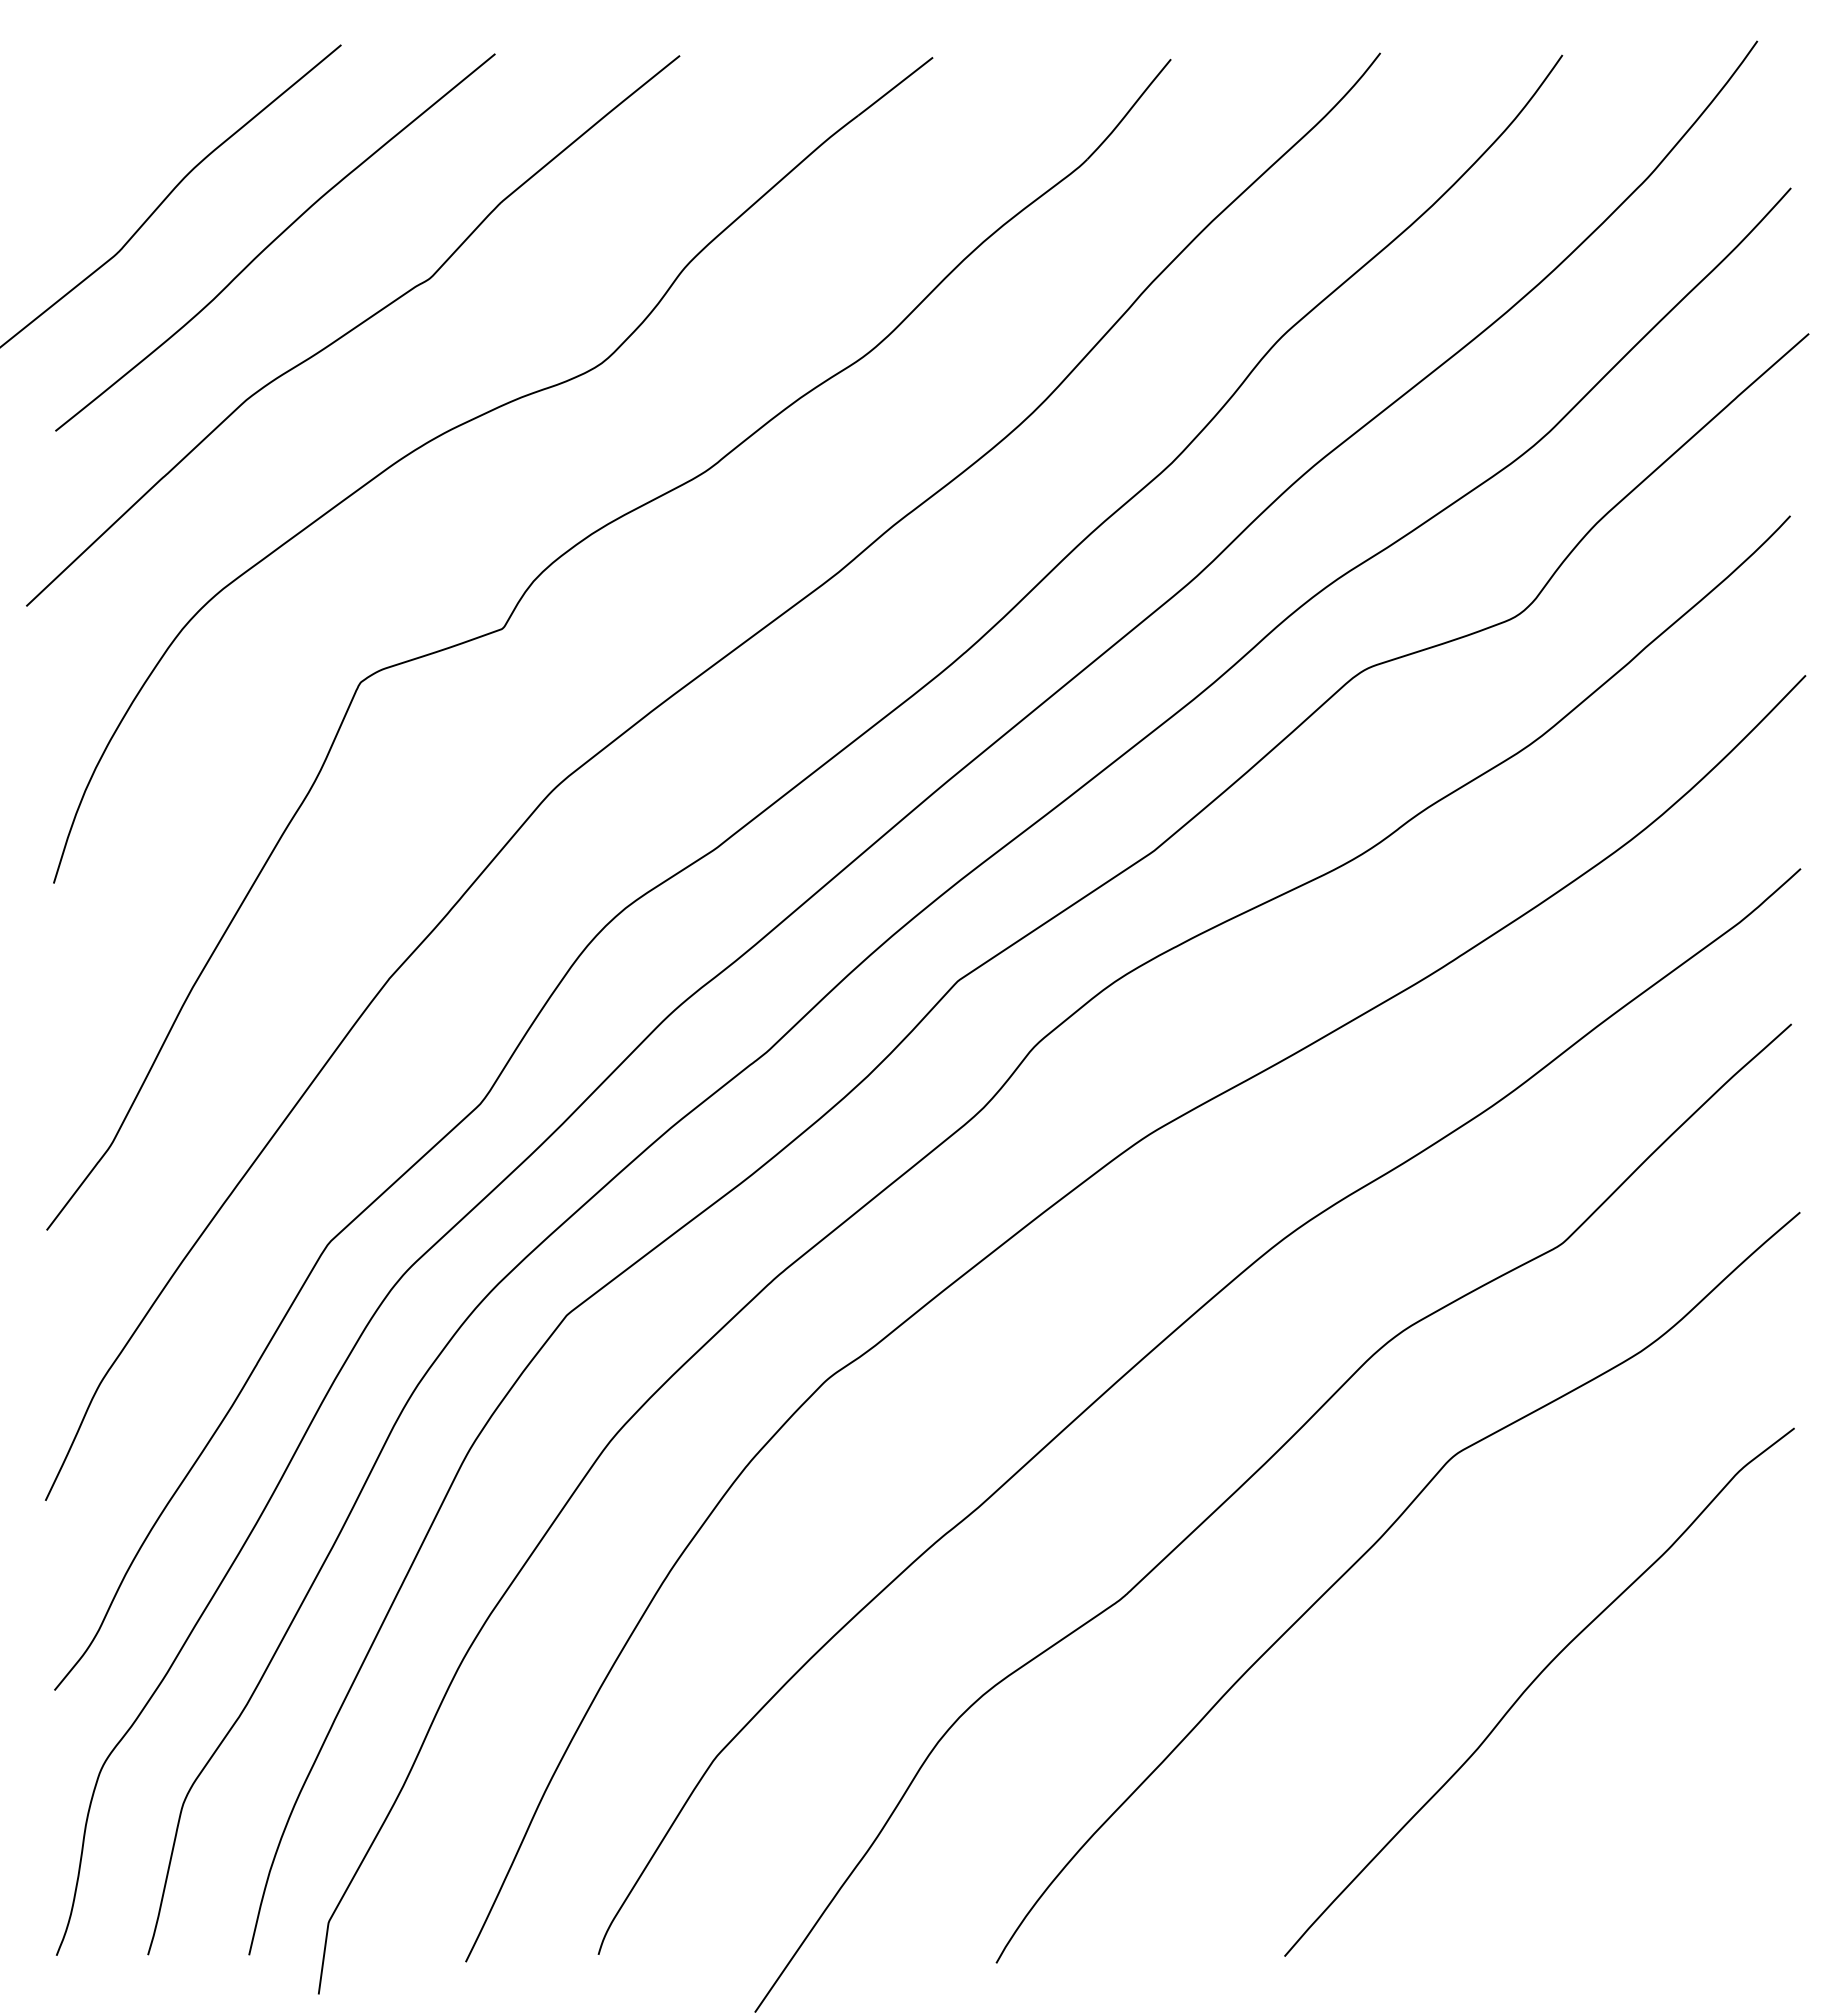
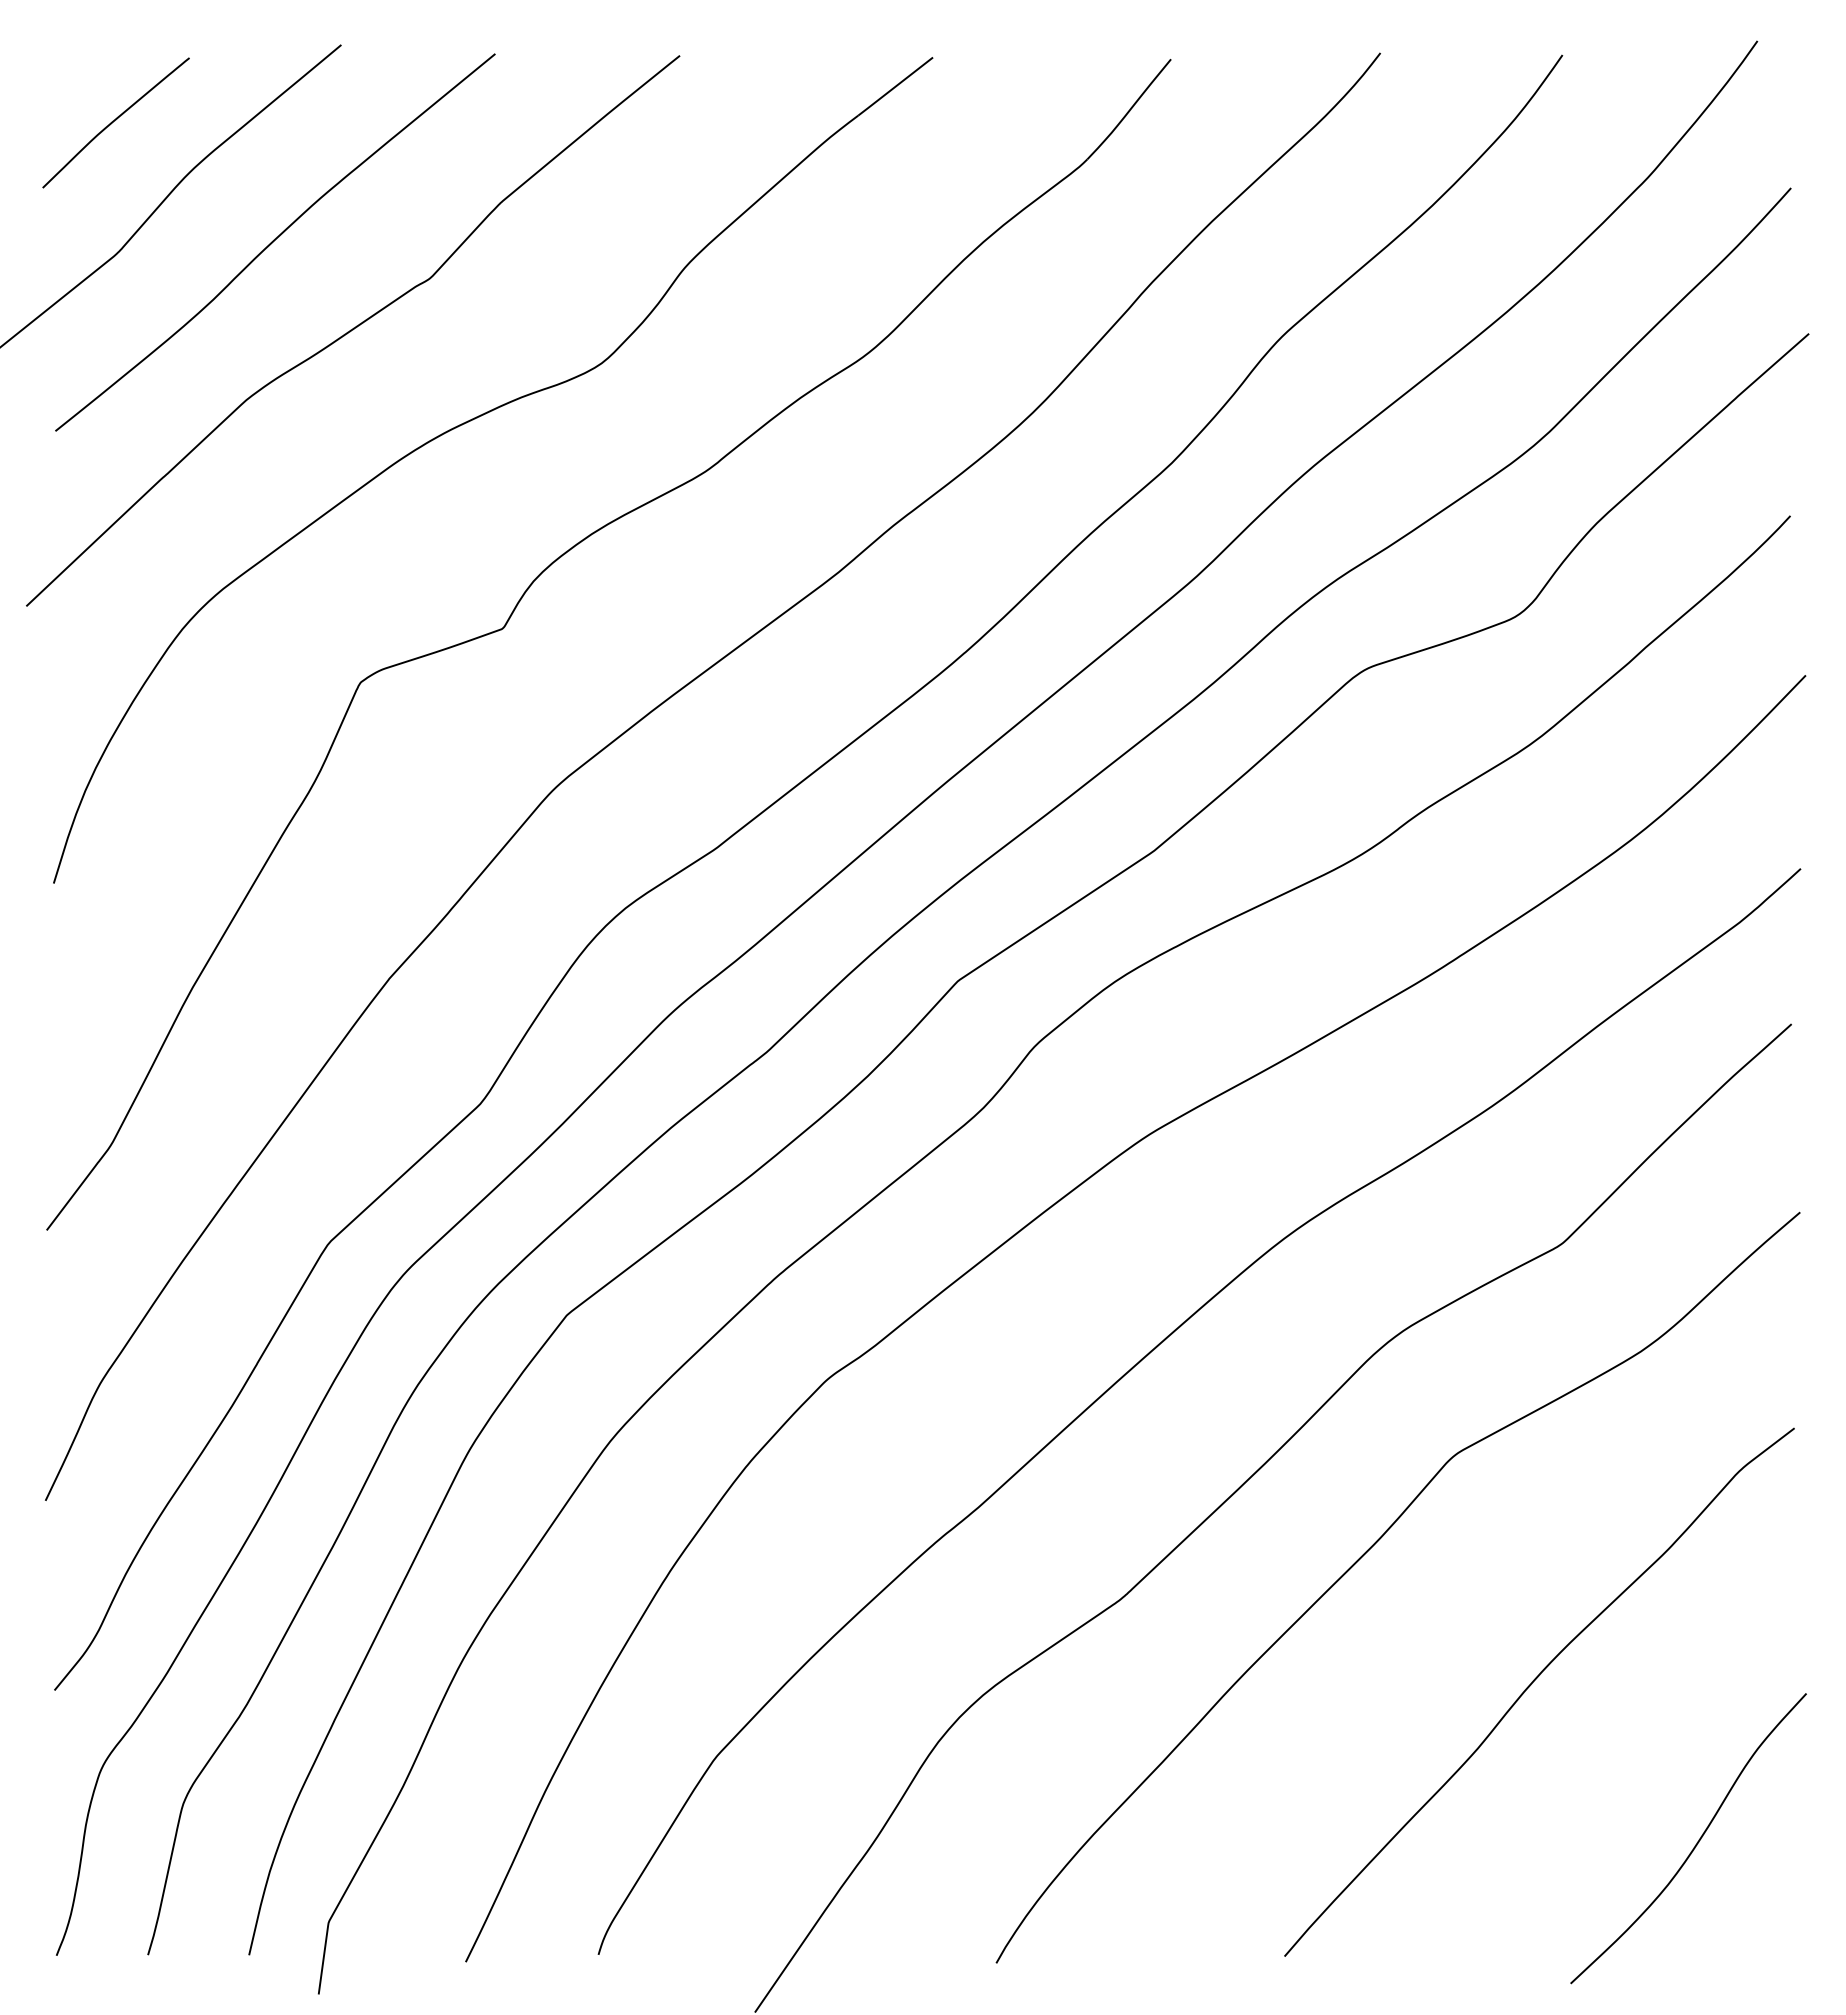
curve at (114, 121): none -> present
curve at (1696, 1842): none -> present
